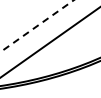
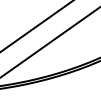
line at (37, 26): dashed -> solid
